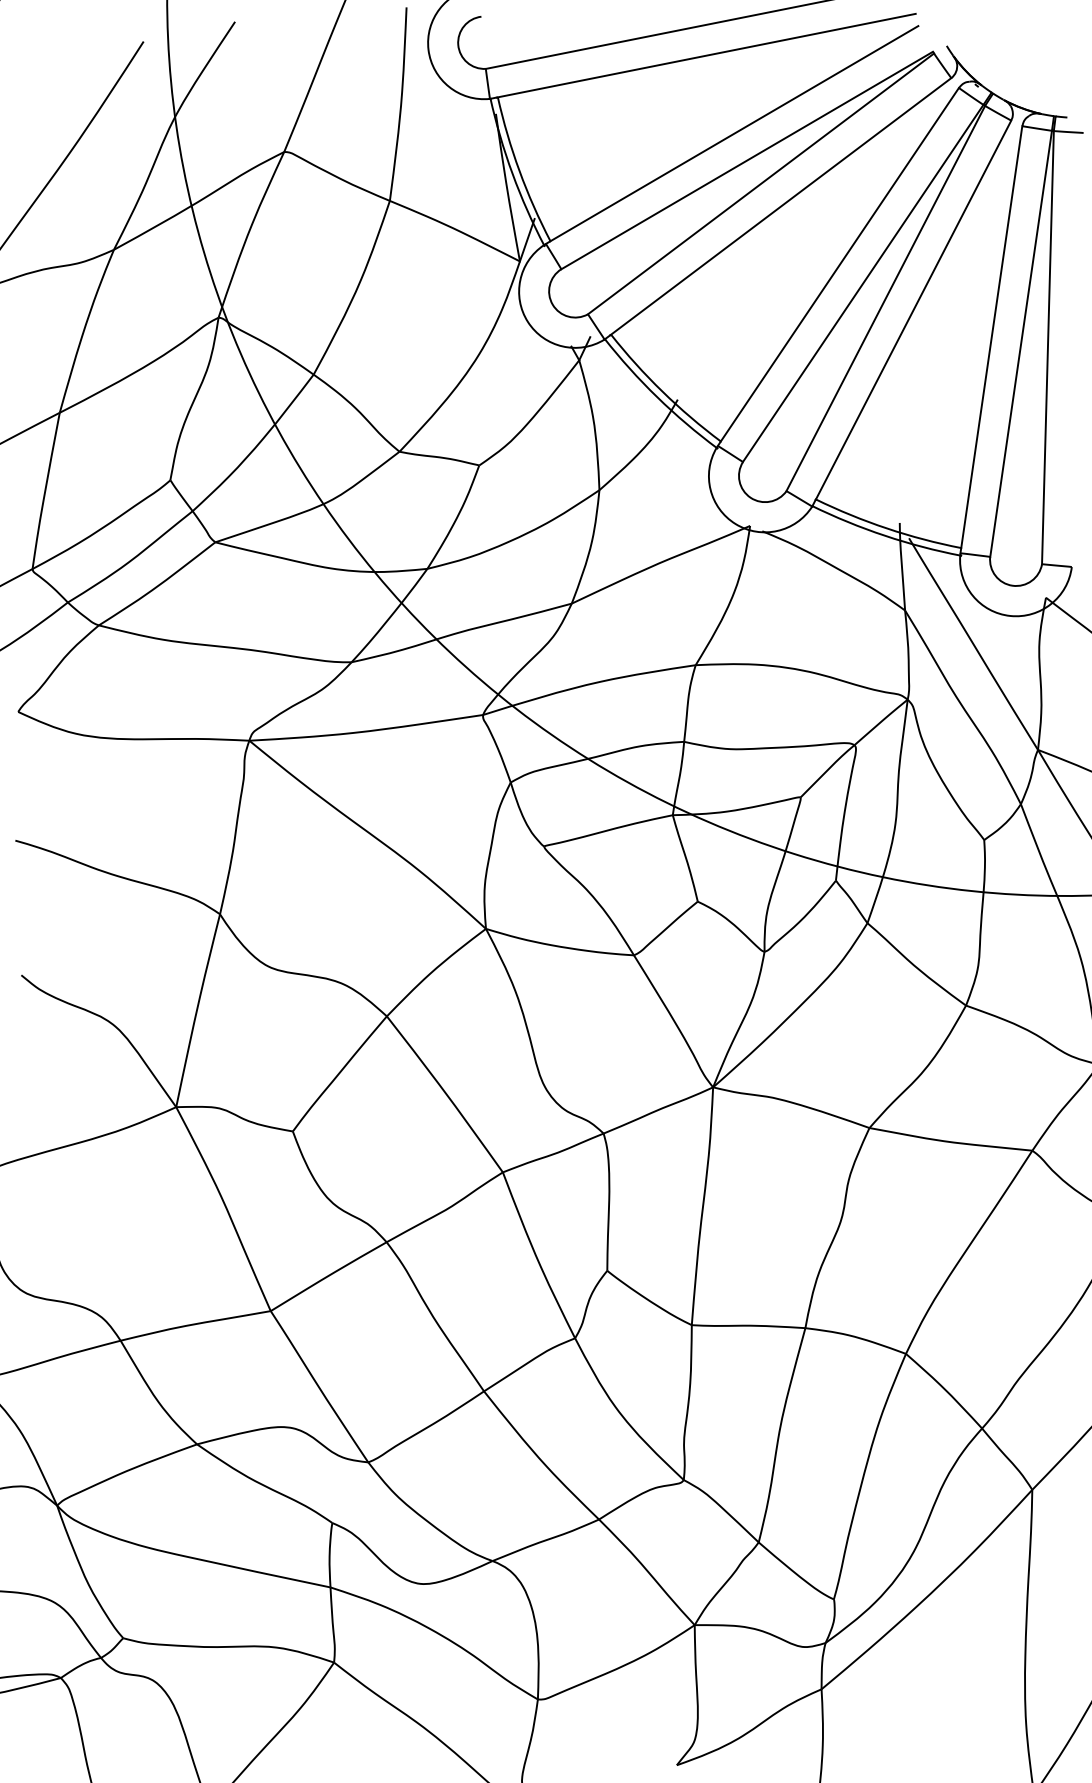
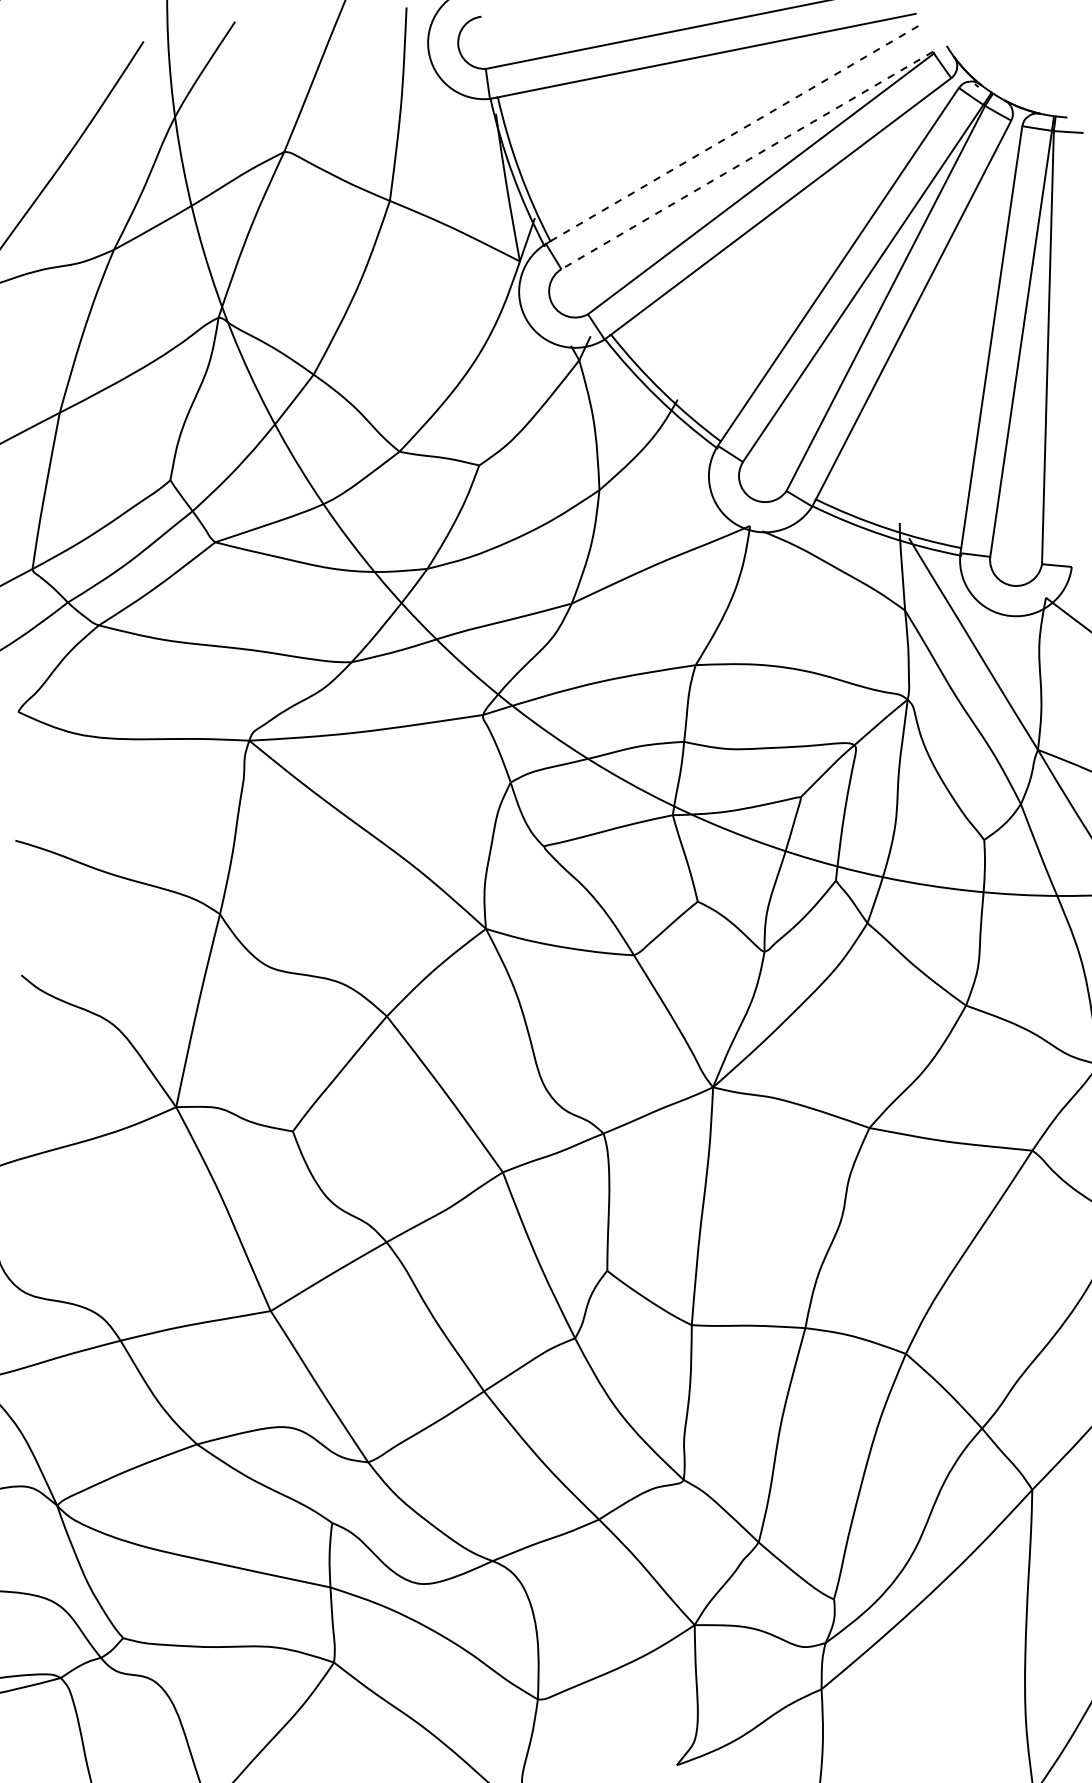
line at (734, 133): solid -> dashed
line at (746, 160): solid -> dashed
